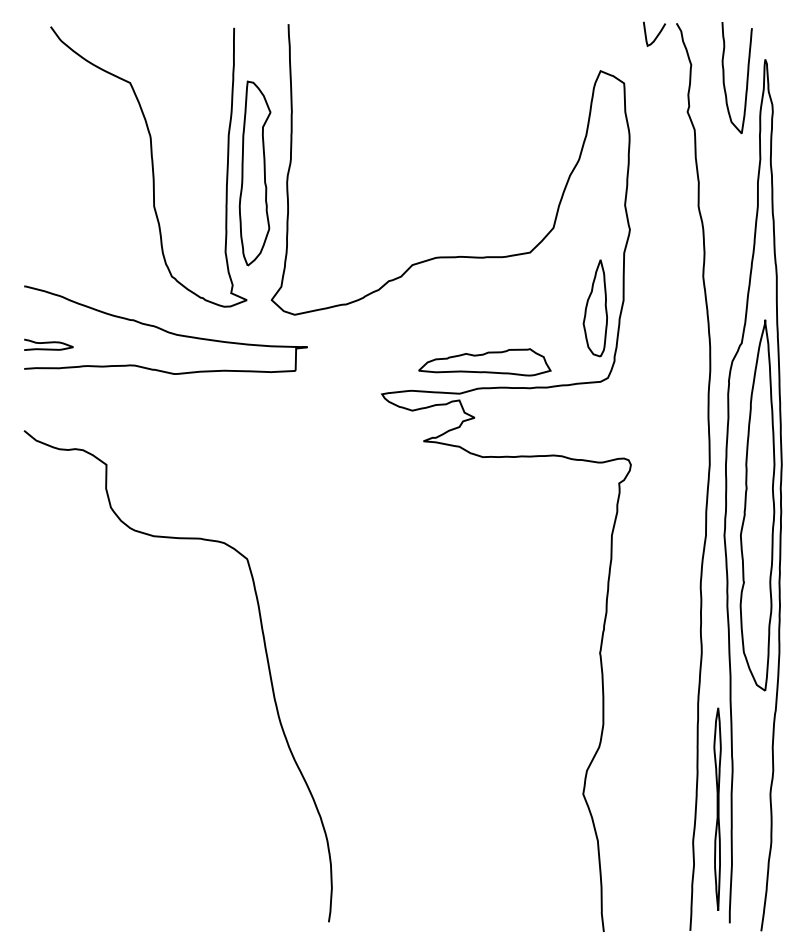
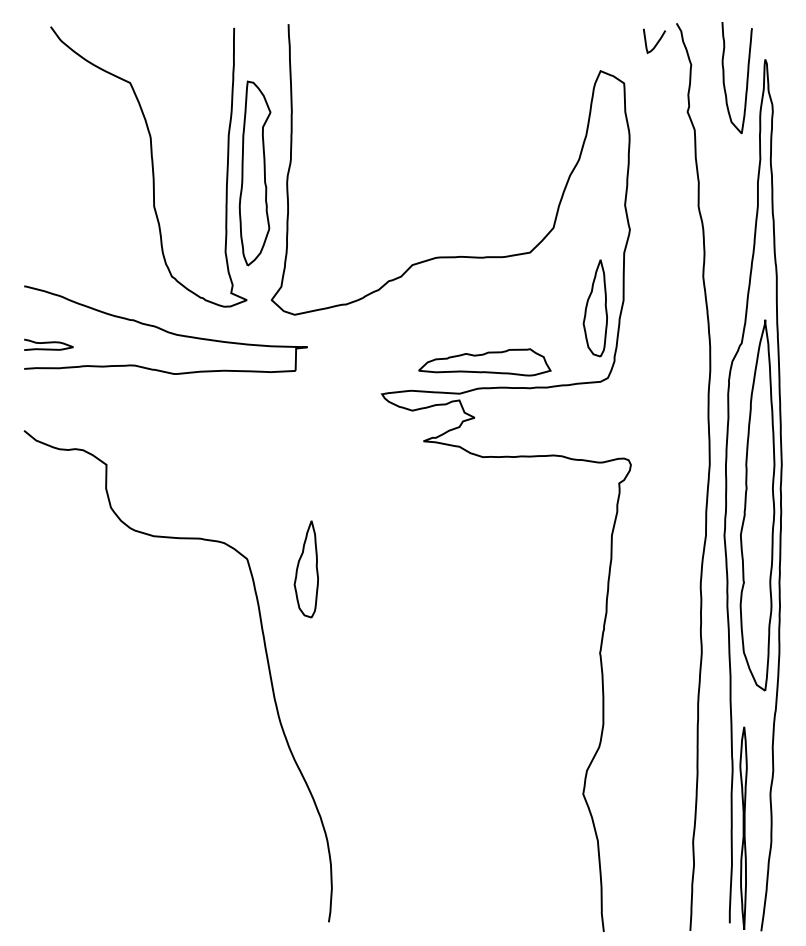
curve at (656, 35) position: (656, 35) -> (656, 42)
part at (305, 569): none -> present
part at (717, 808) position: (717, 808) -> (743, 827)
